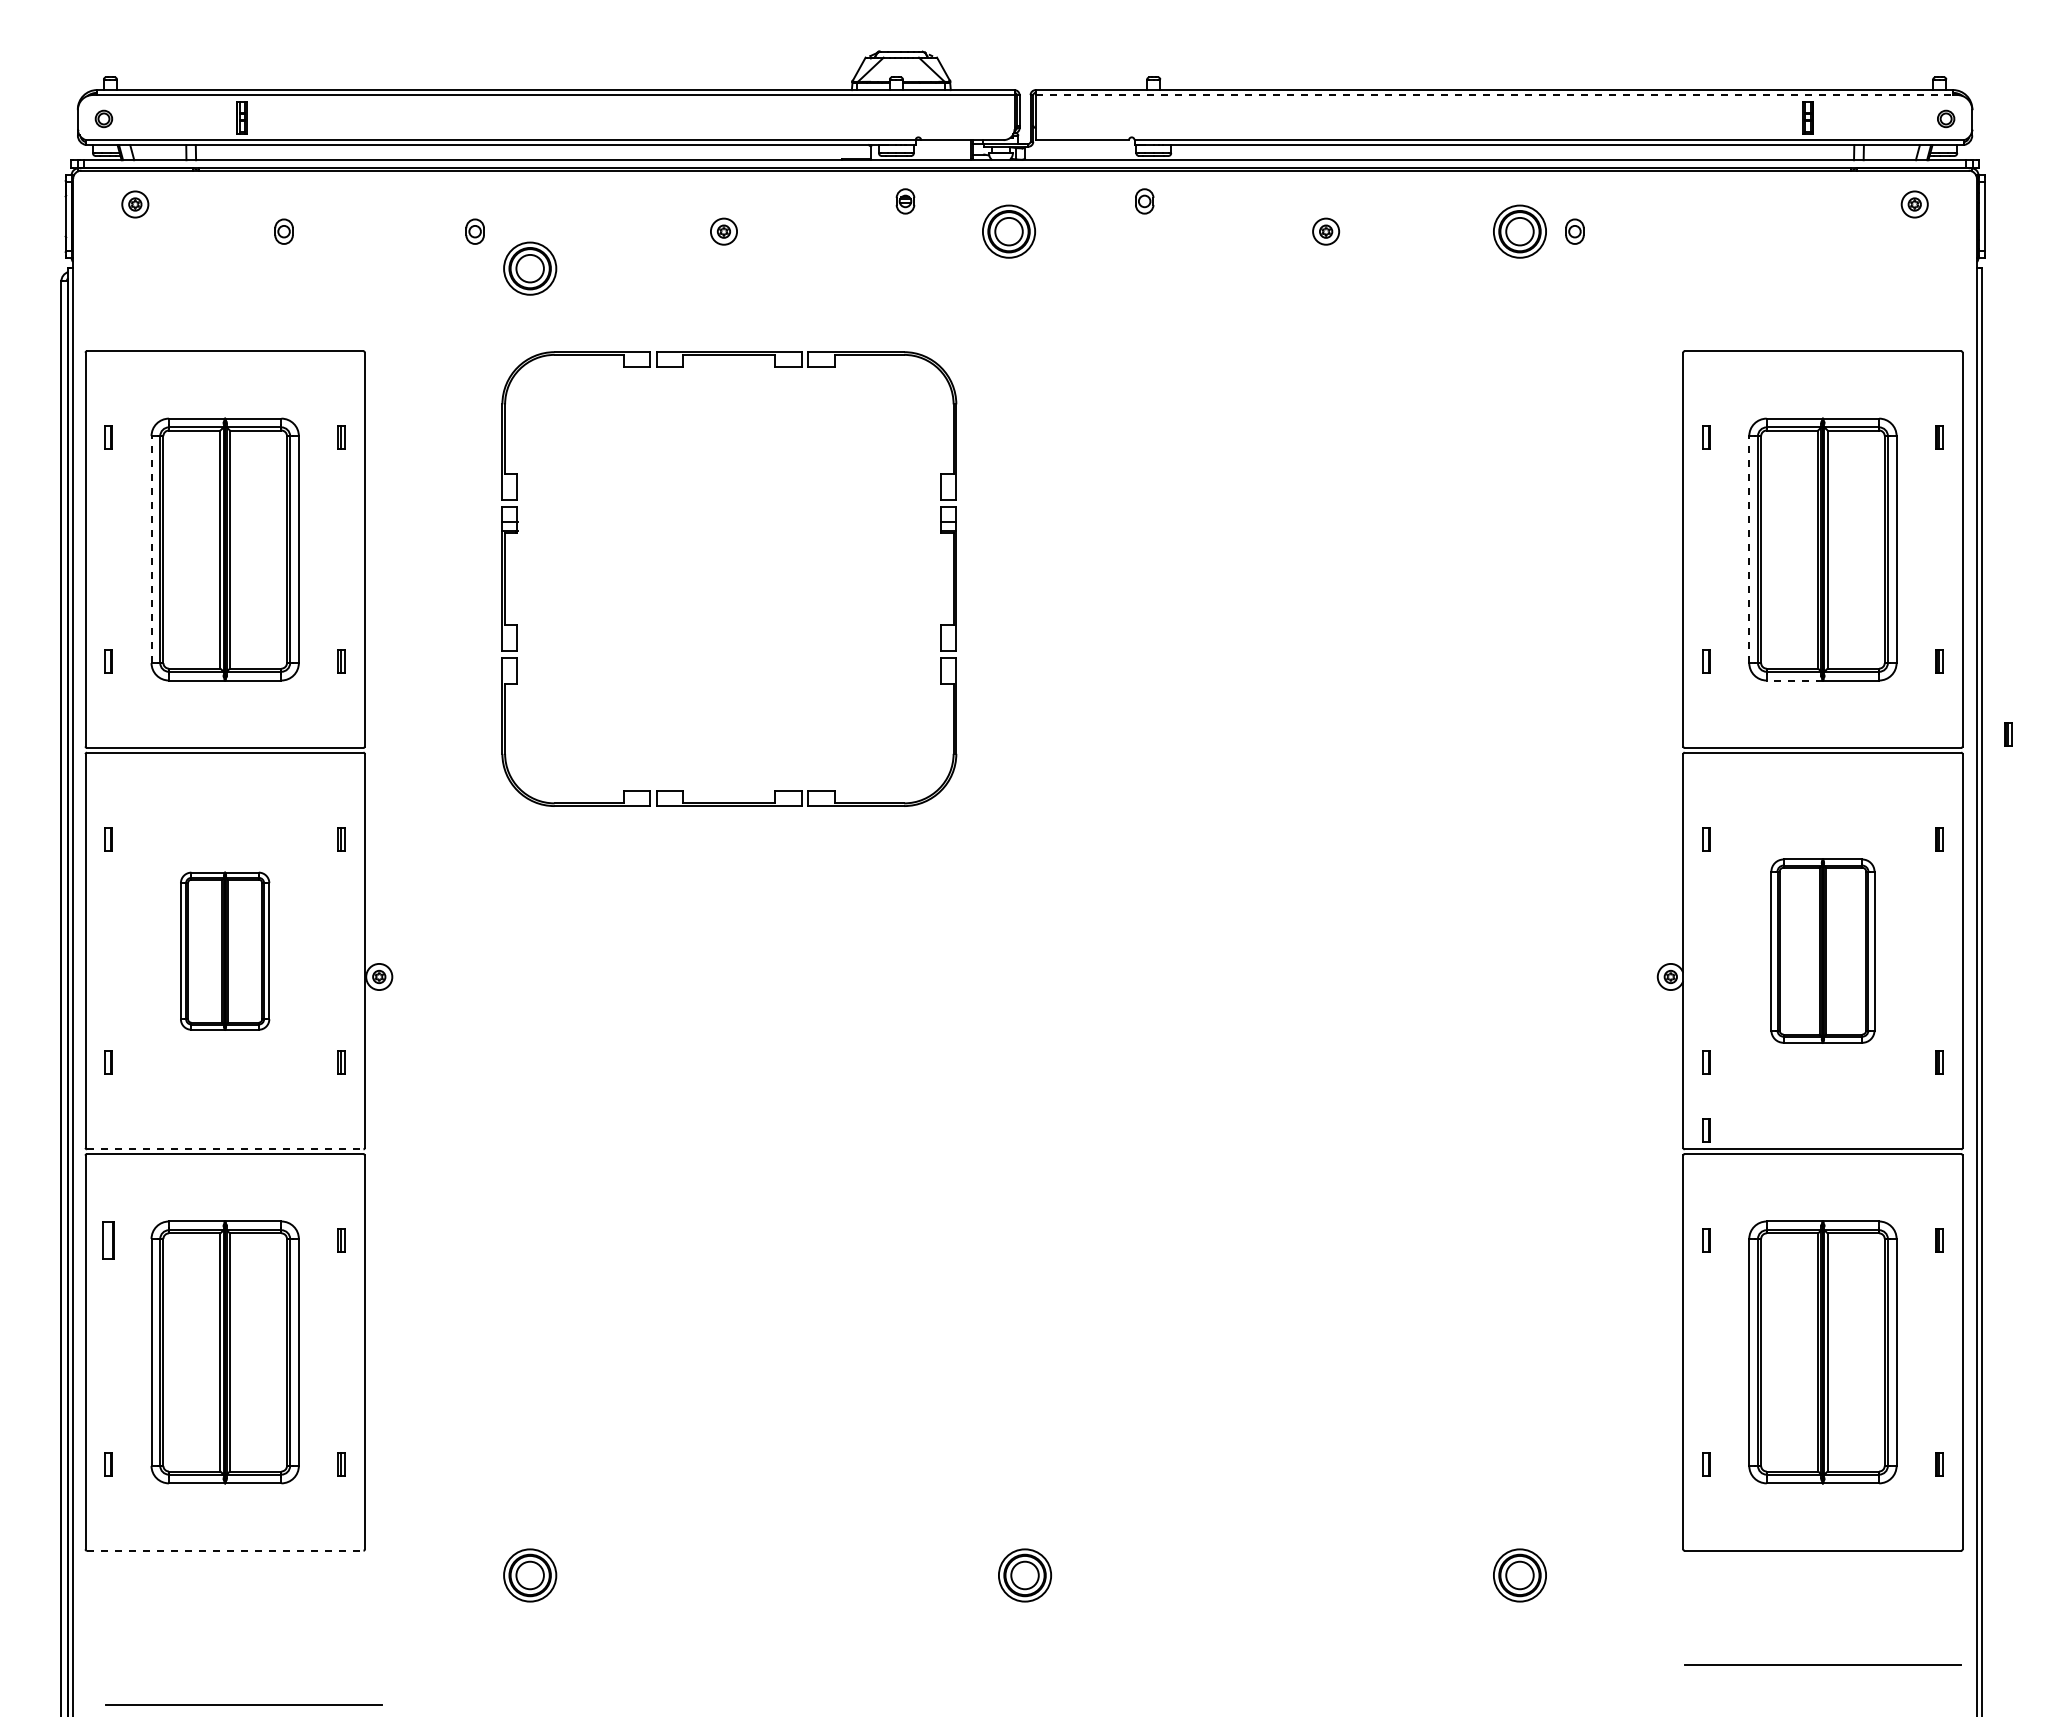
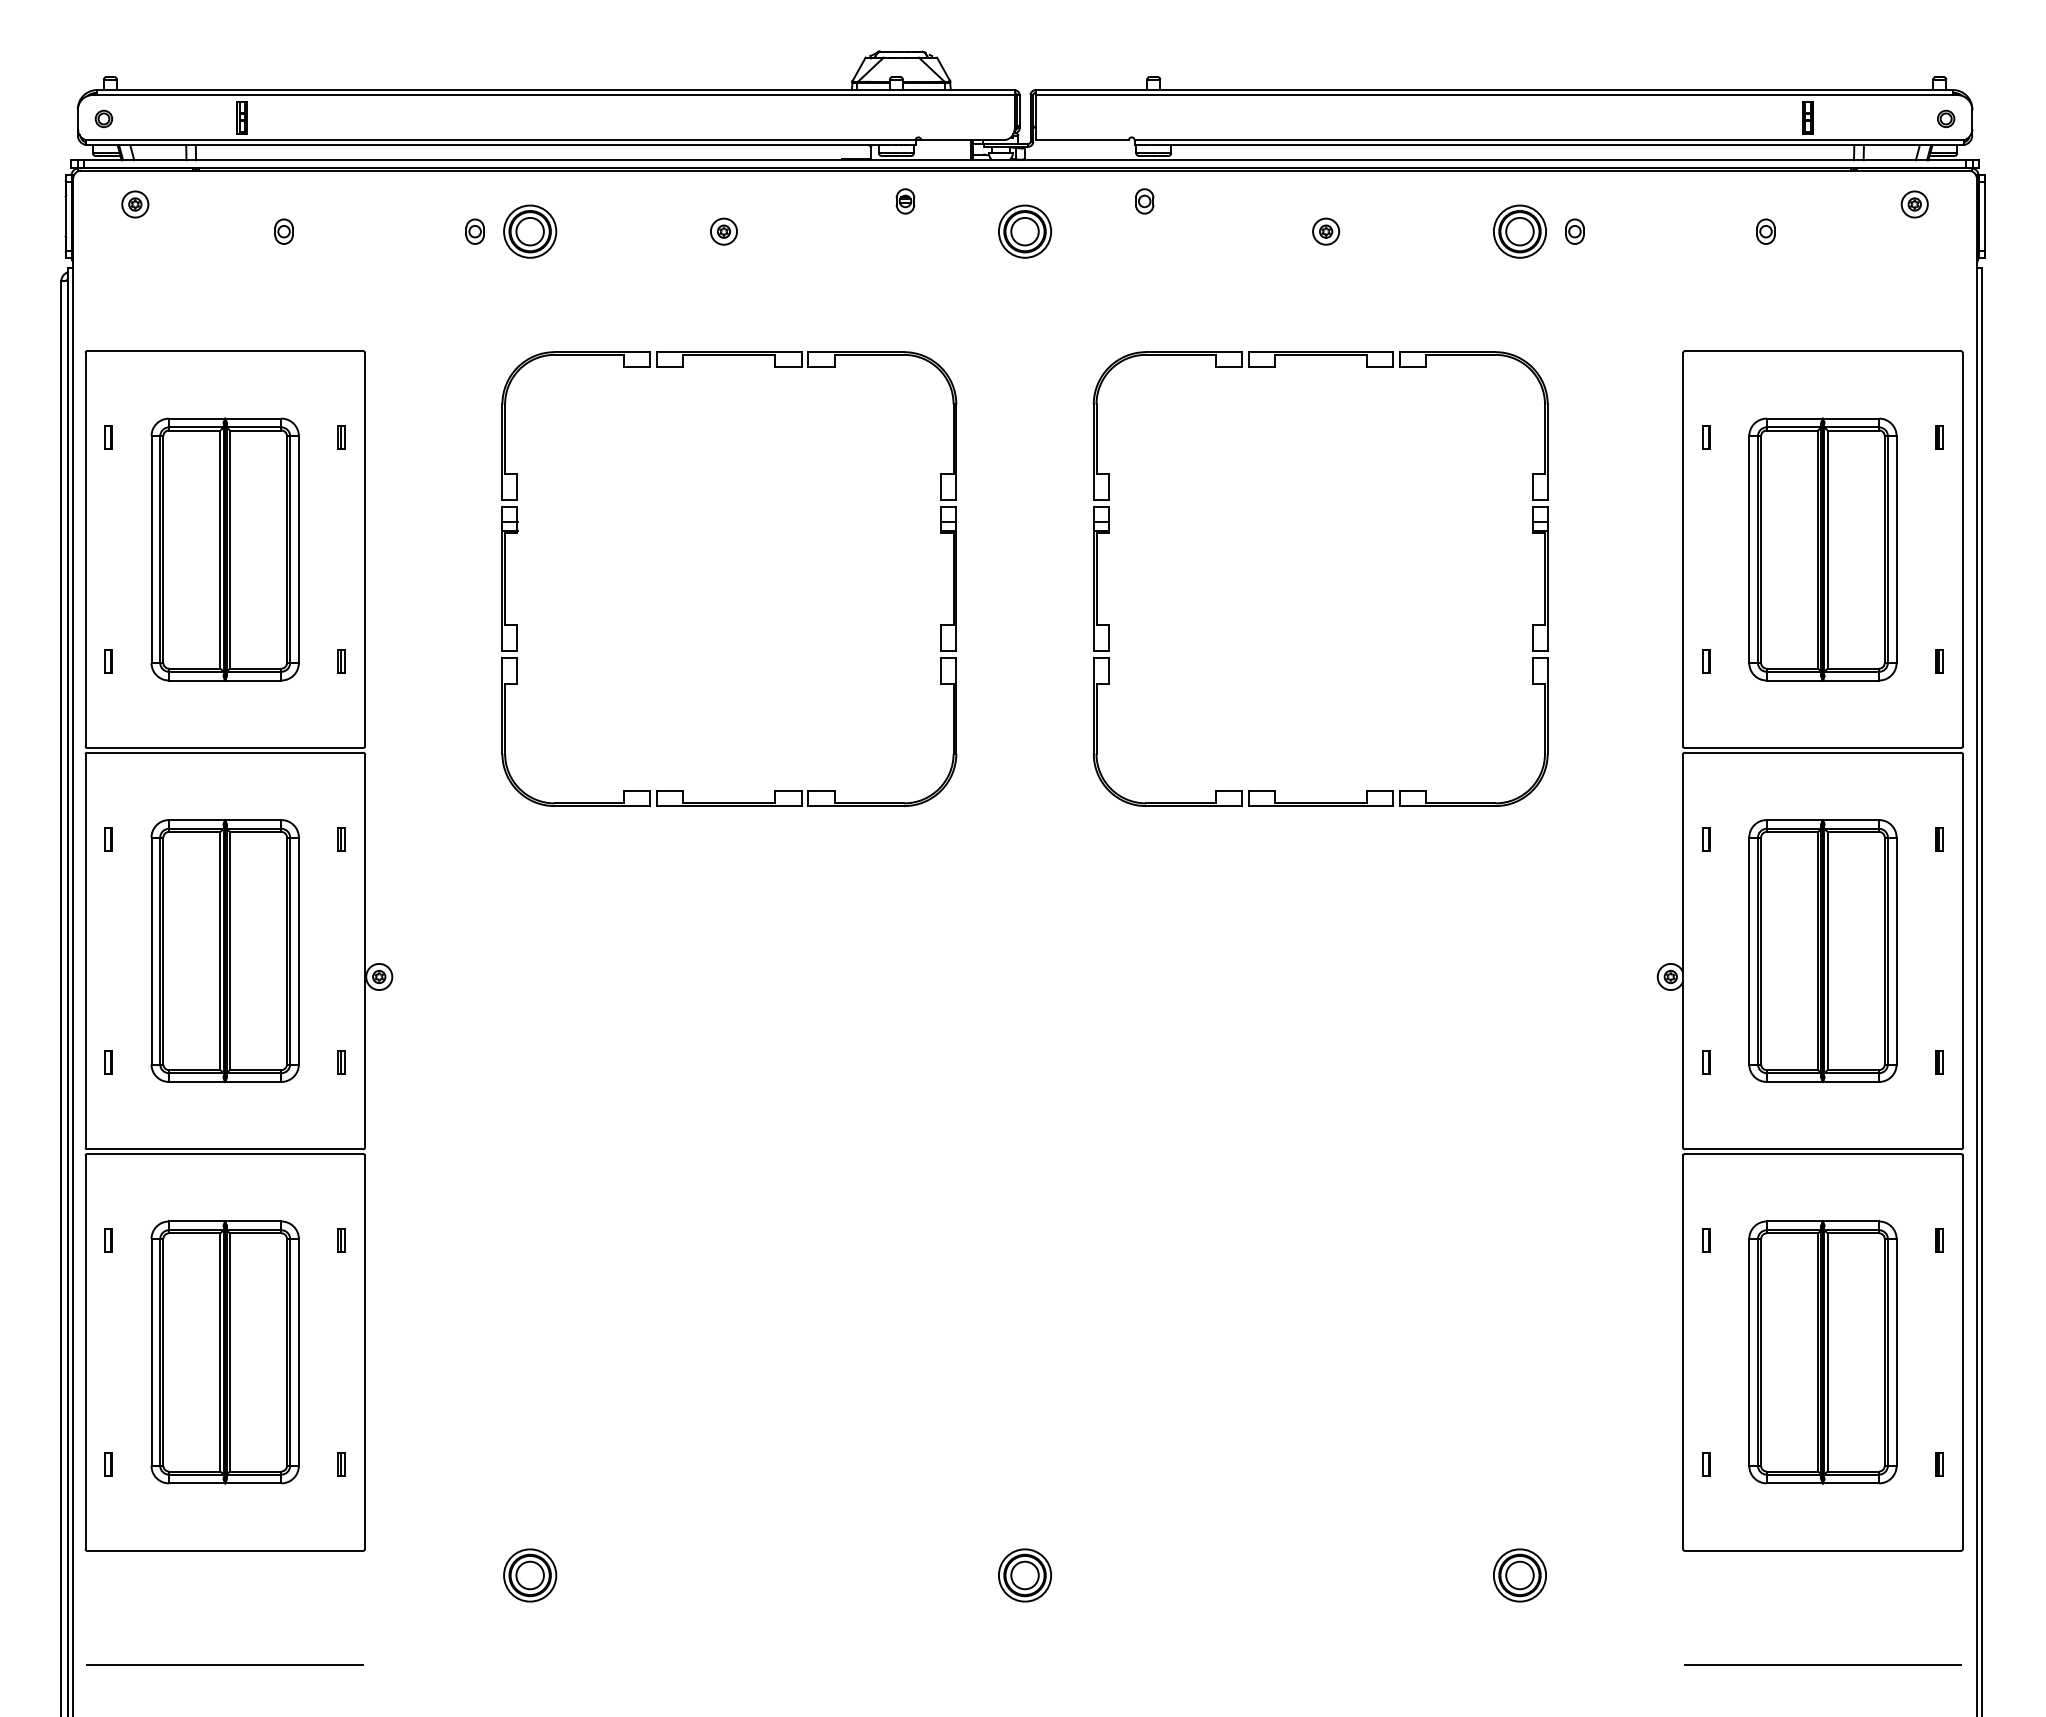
line at (1494, 95): dashed -> solid
part at (1009, 231) position: (1009, 231) -> (1025, 231)
part at (1765, 231): none -> present
part at (530, 268) position: (530, 268) -> (530, 231)
part at (1275, 367): none -> present
line at (151, 549): dashed -> solid
line at (1749, 549): dashed -> solid
line at (1794, 680): dashed -> solid
part at (2008, 734): present -> none
part at (225, 950) size: 91x160 px -> 150x265 px
part at (1822, 950) size: 106x186 px -> 150x265 px
part at (1706, 1130): present -> none
line at (225, 1149): dashed -> solid
part at (108, 1240) size: 13x39 px -> 9x25 px
line at (225, 1550): dashed -> solid
line at (243, 1704) position: (243, 1704) -> (224, 1664)
